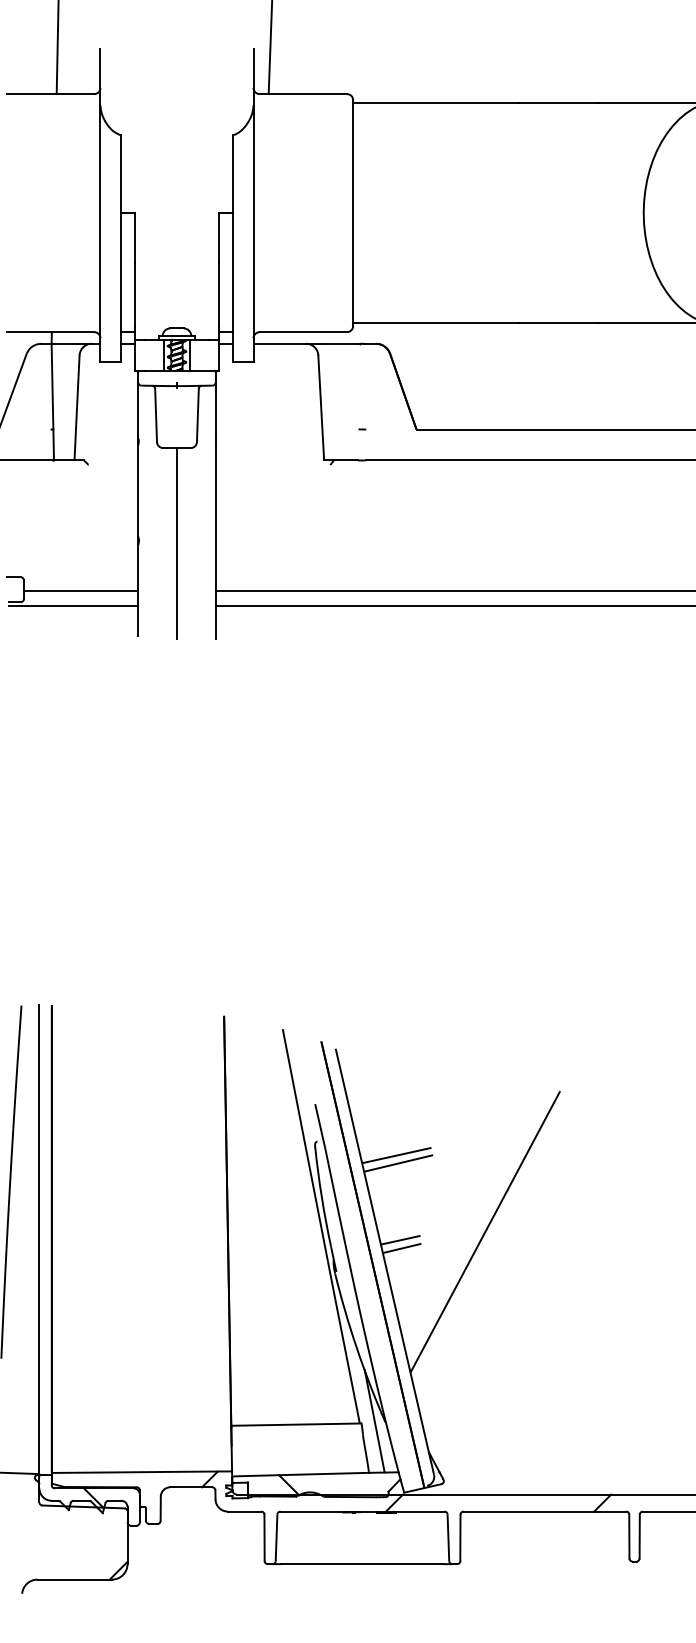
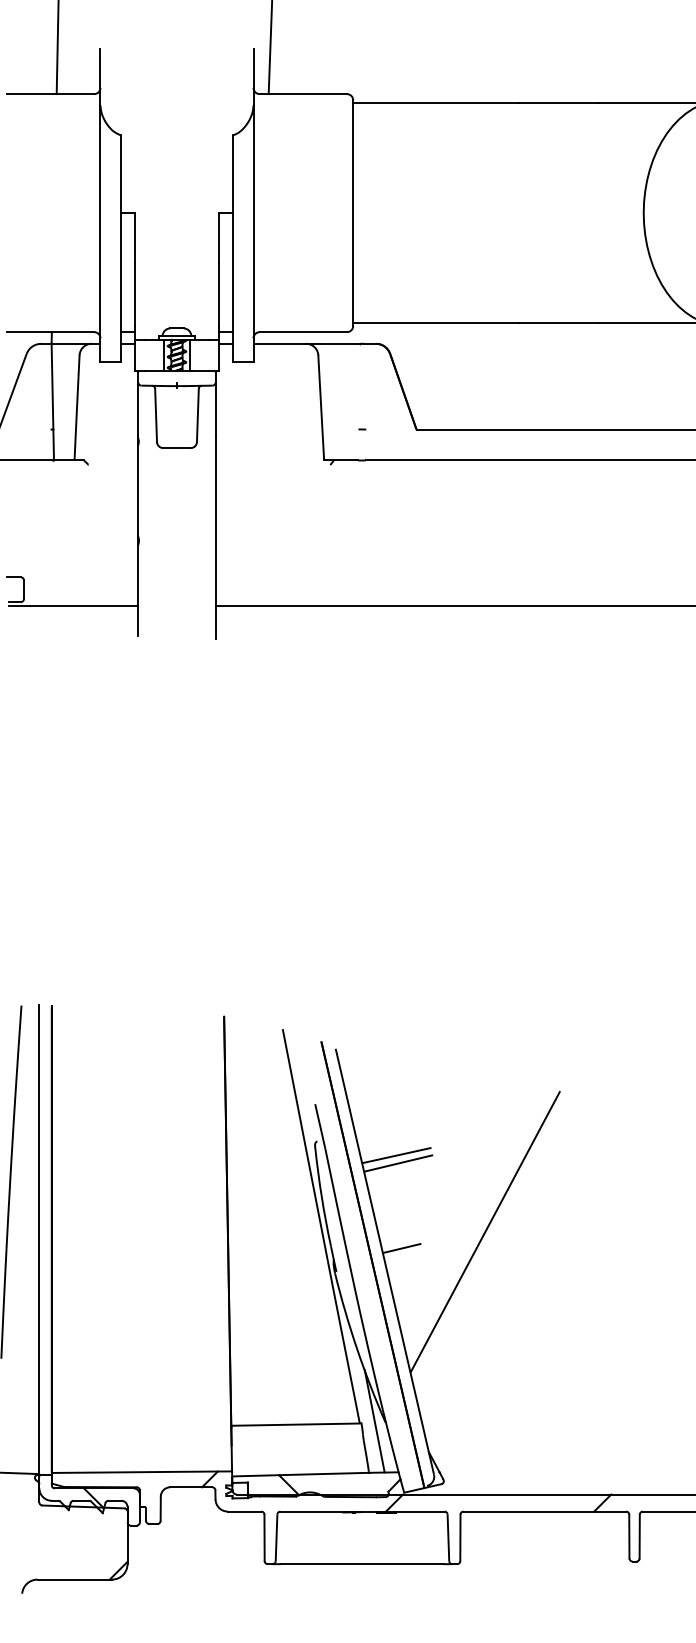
line at (176, 543): present -> none
line at (80, 590): present -> none
line at (453, 590): present -> none
line at (399, 1240): present -> none
